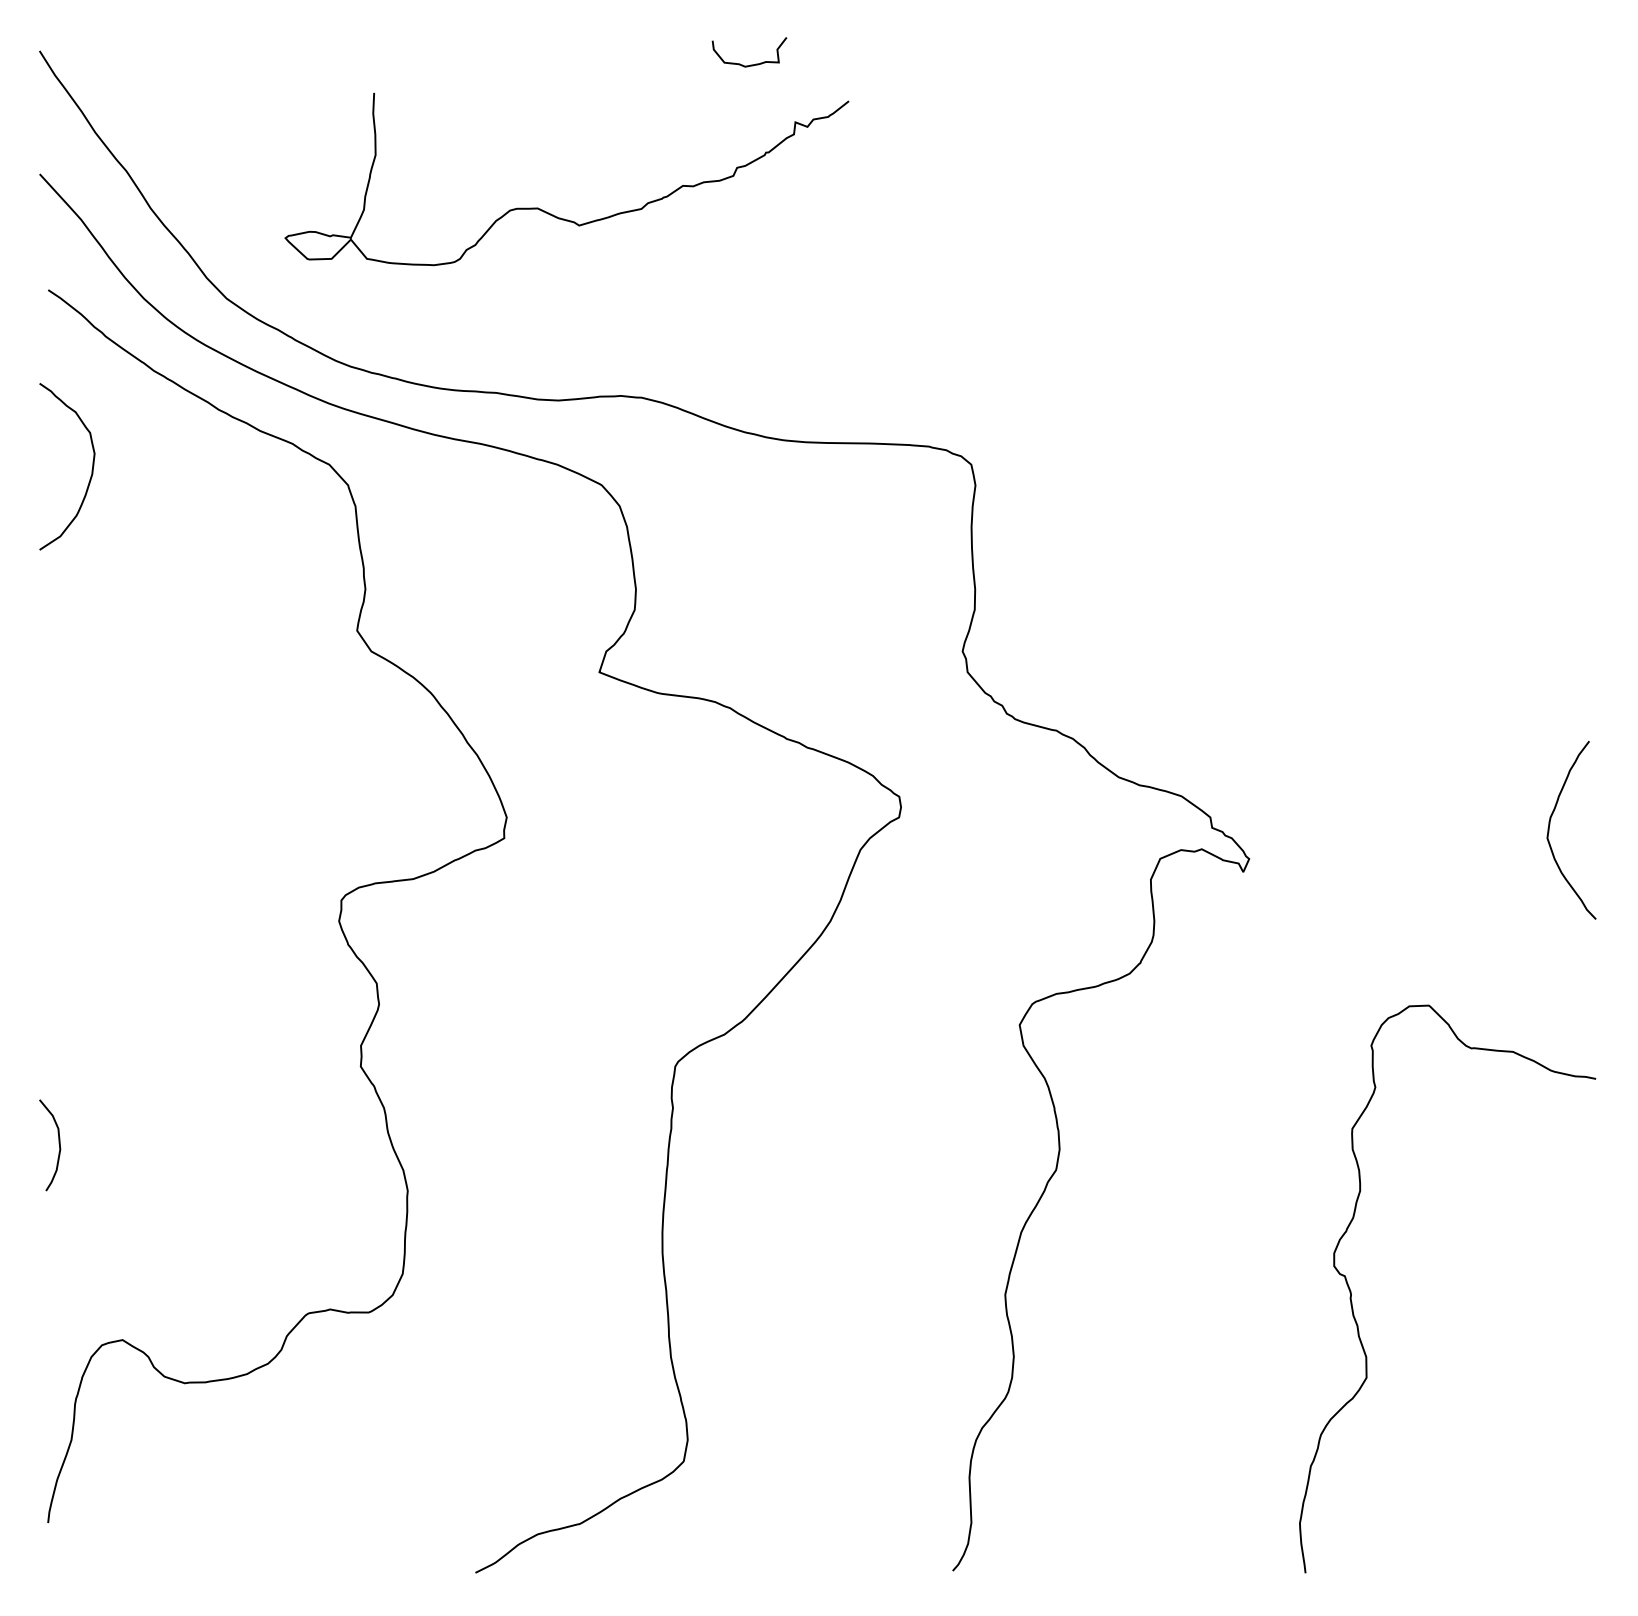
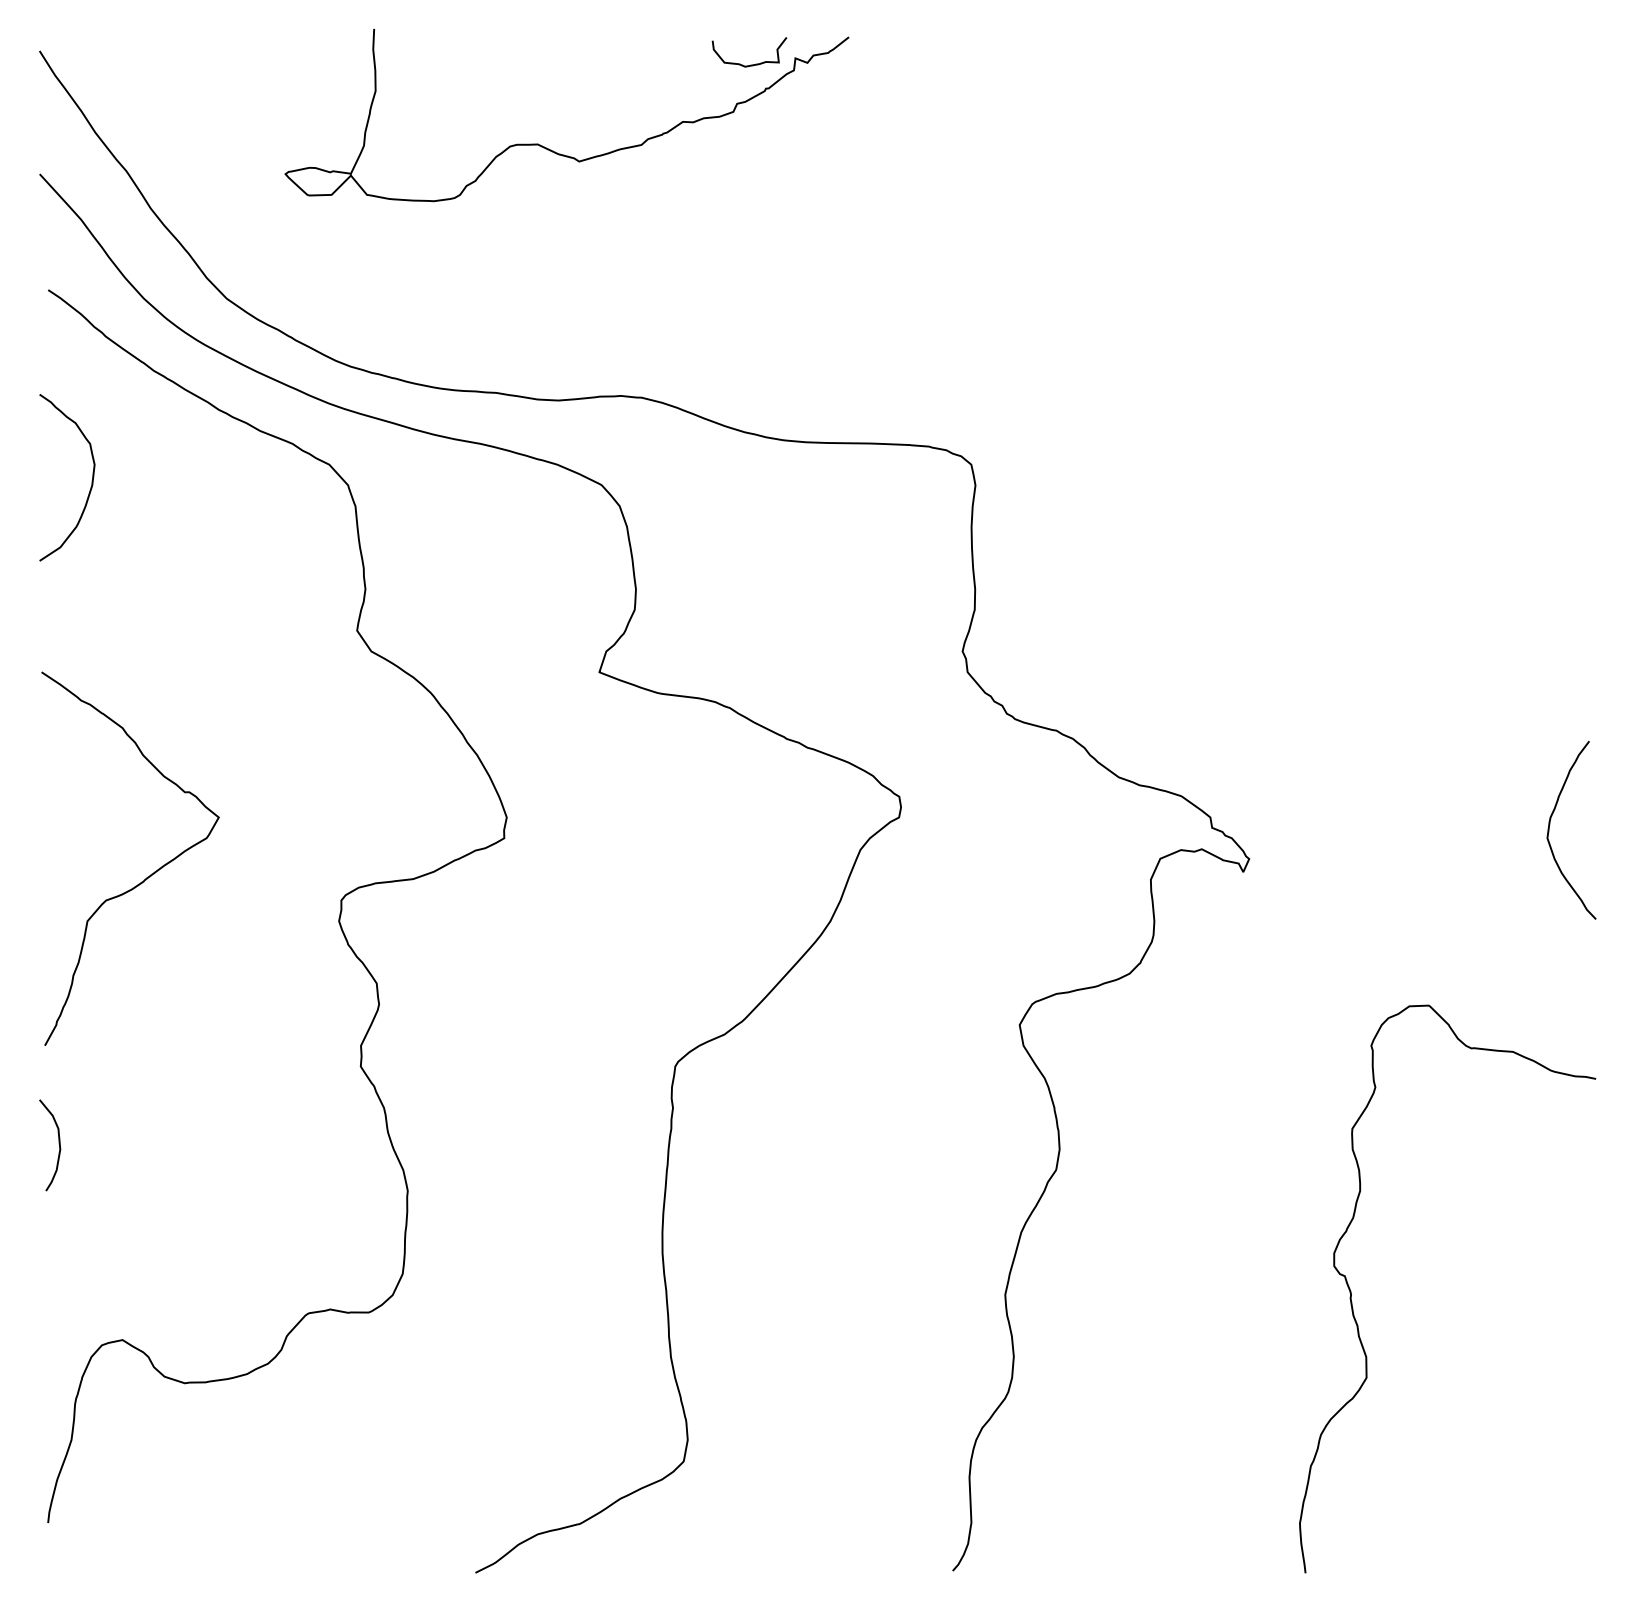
curve at (551, 213) position: (551, 213) -> (551, 149)
curve at (91, 469) position: (91, 469) -> (91, 480)
curve at (147, 876): none -> present
